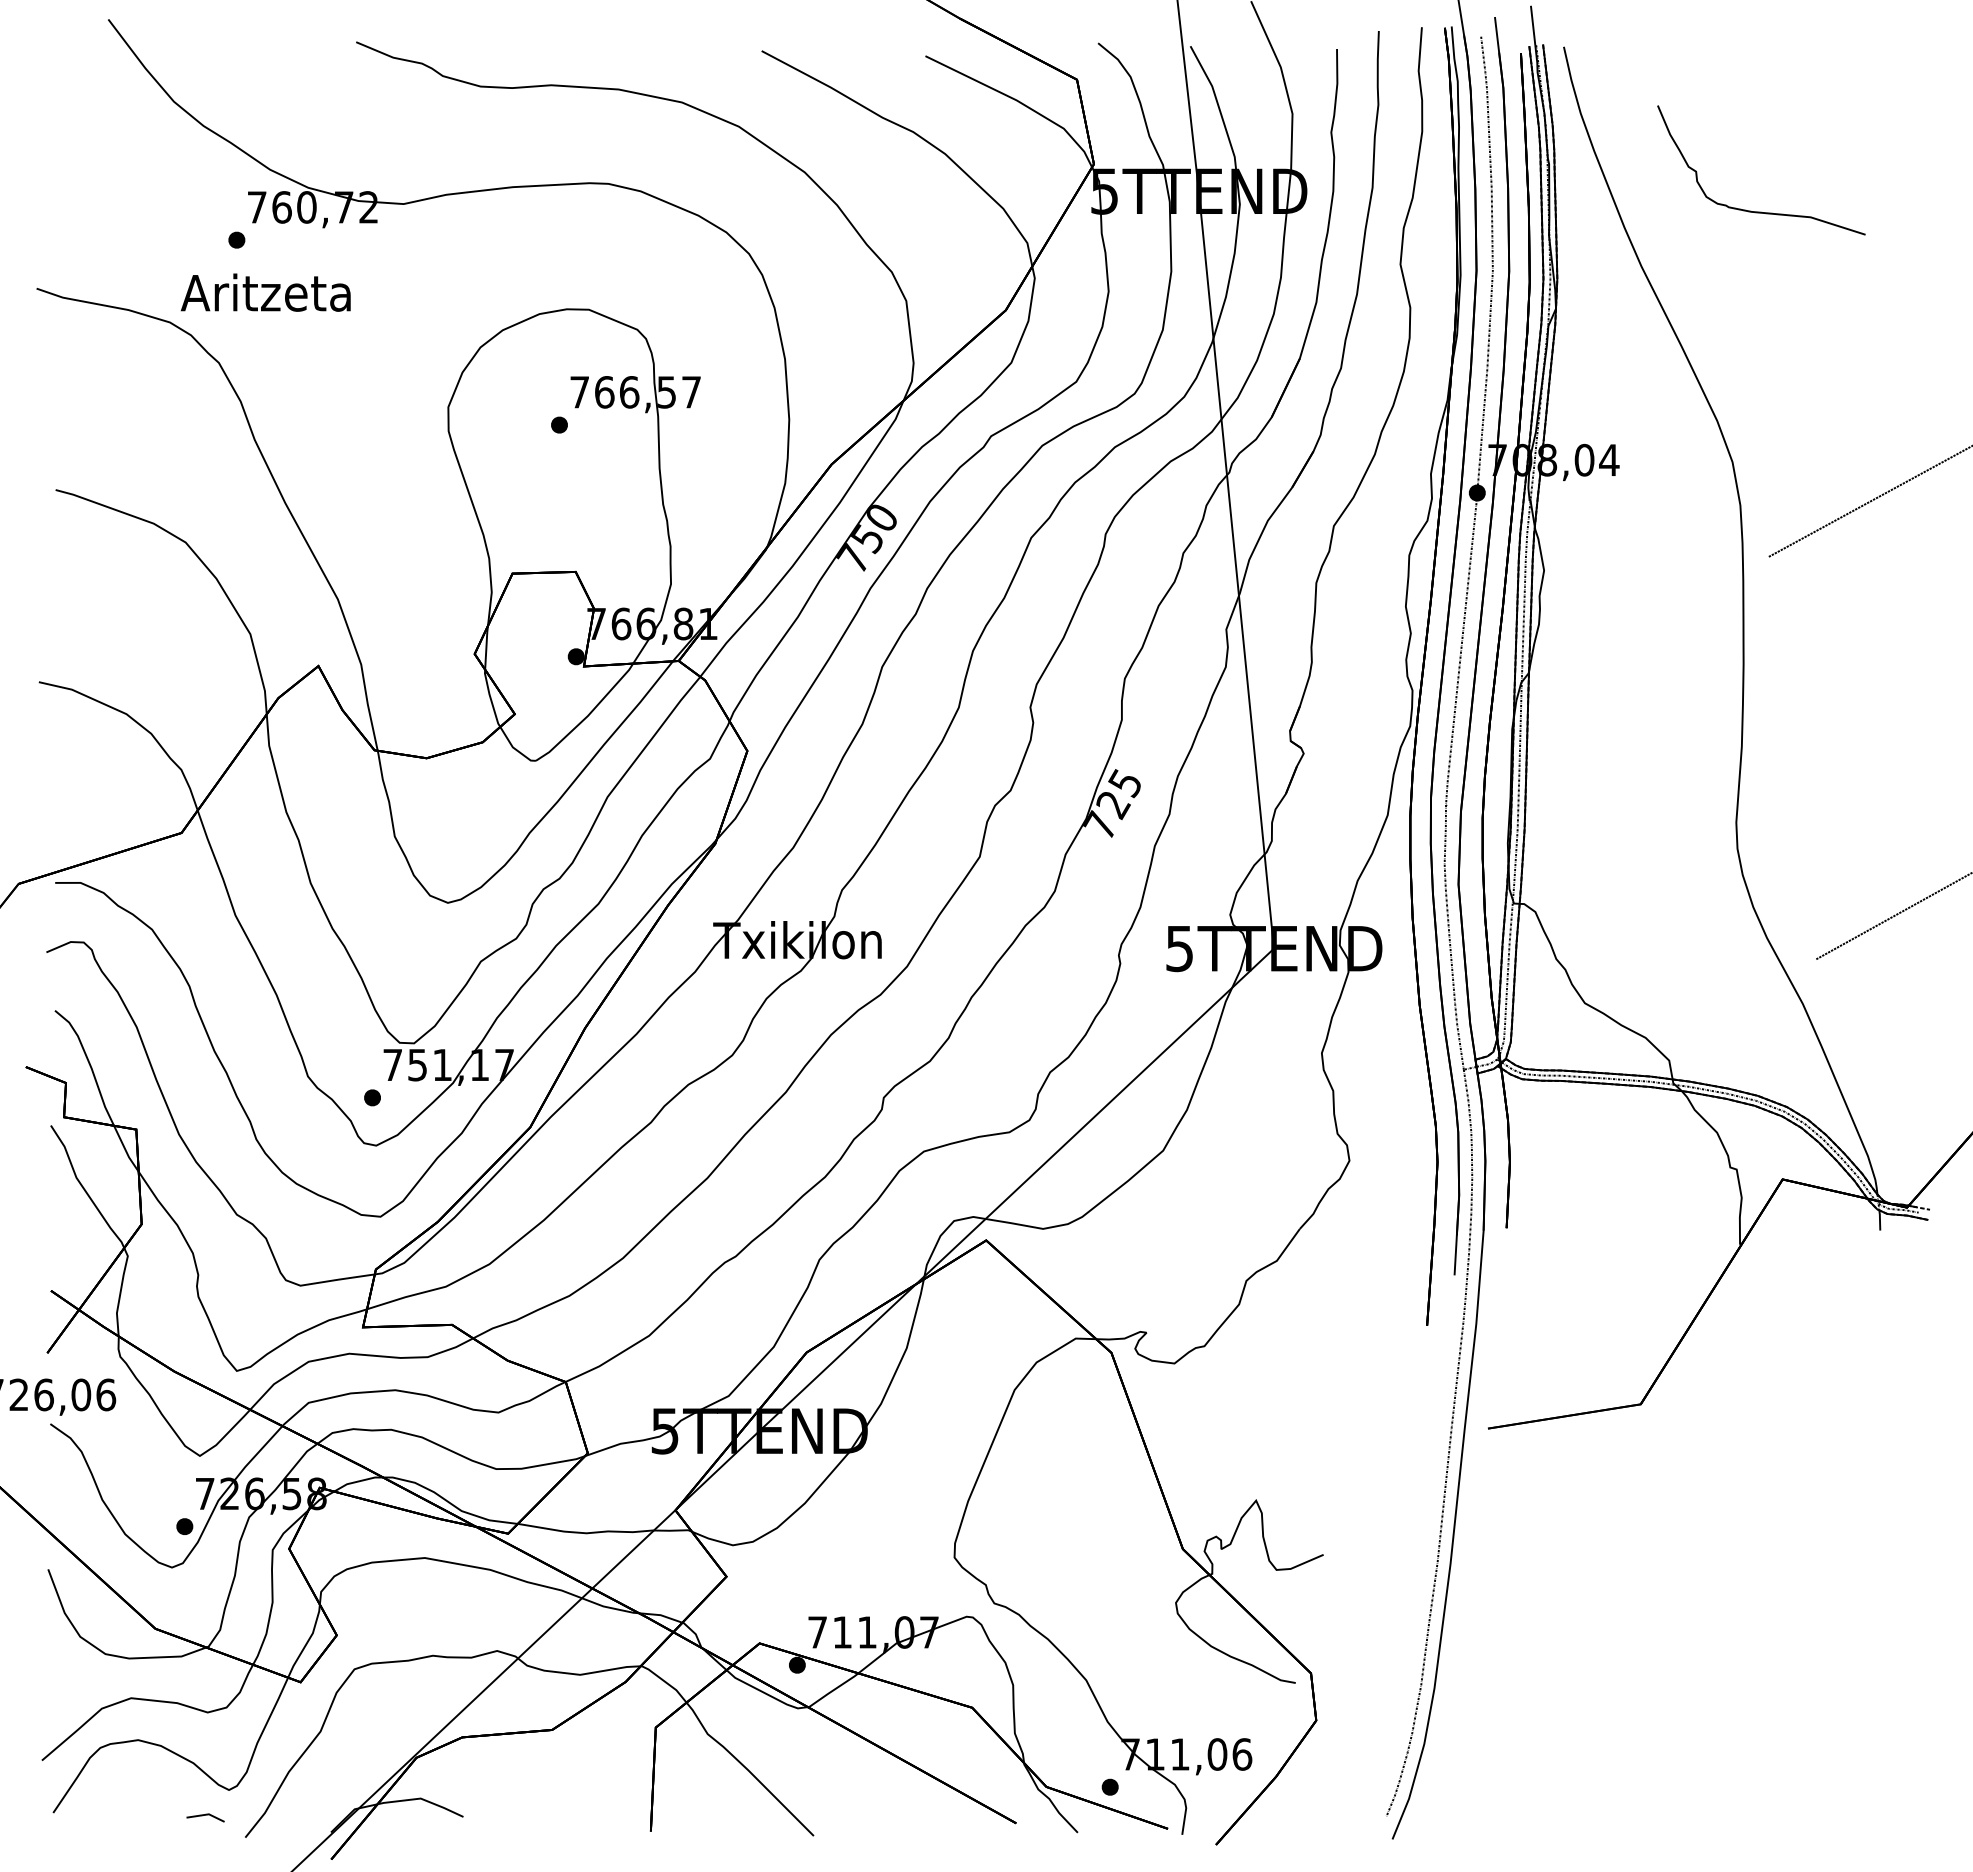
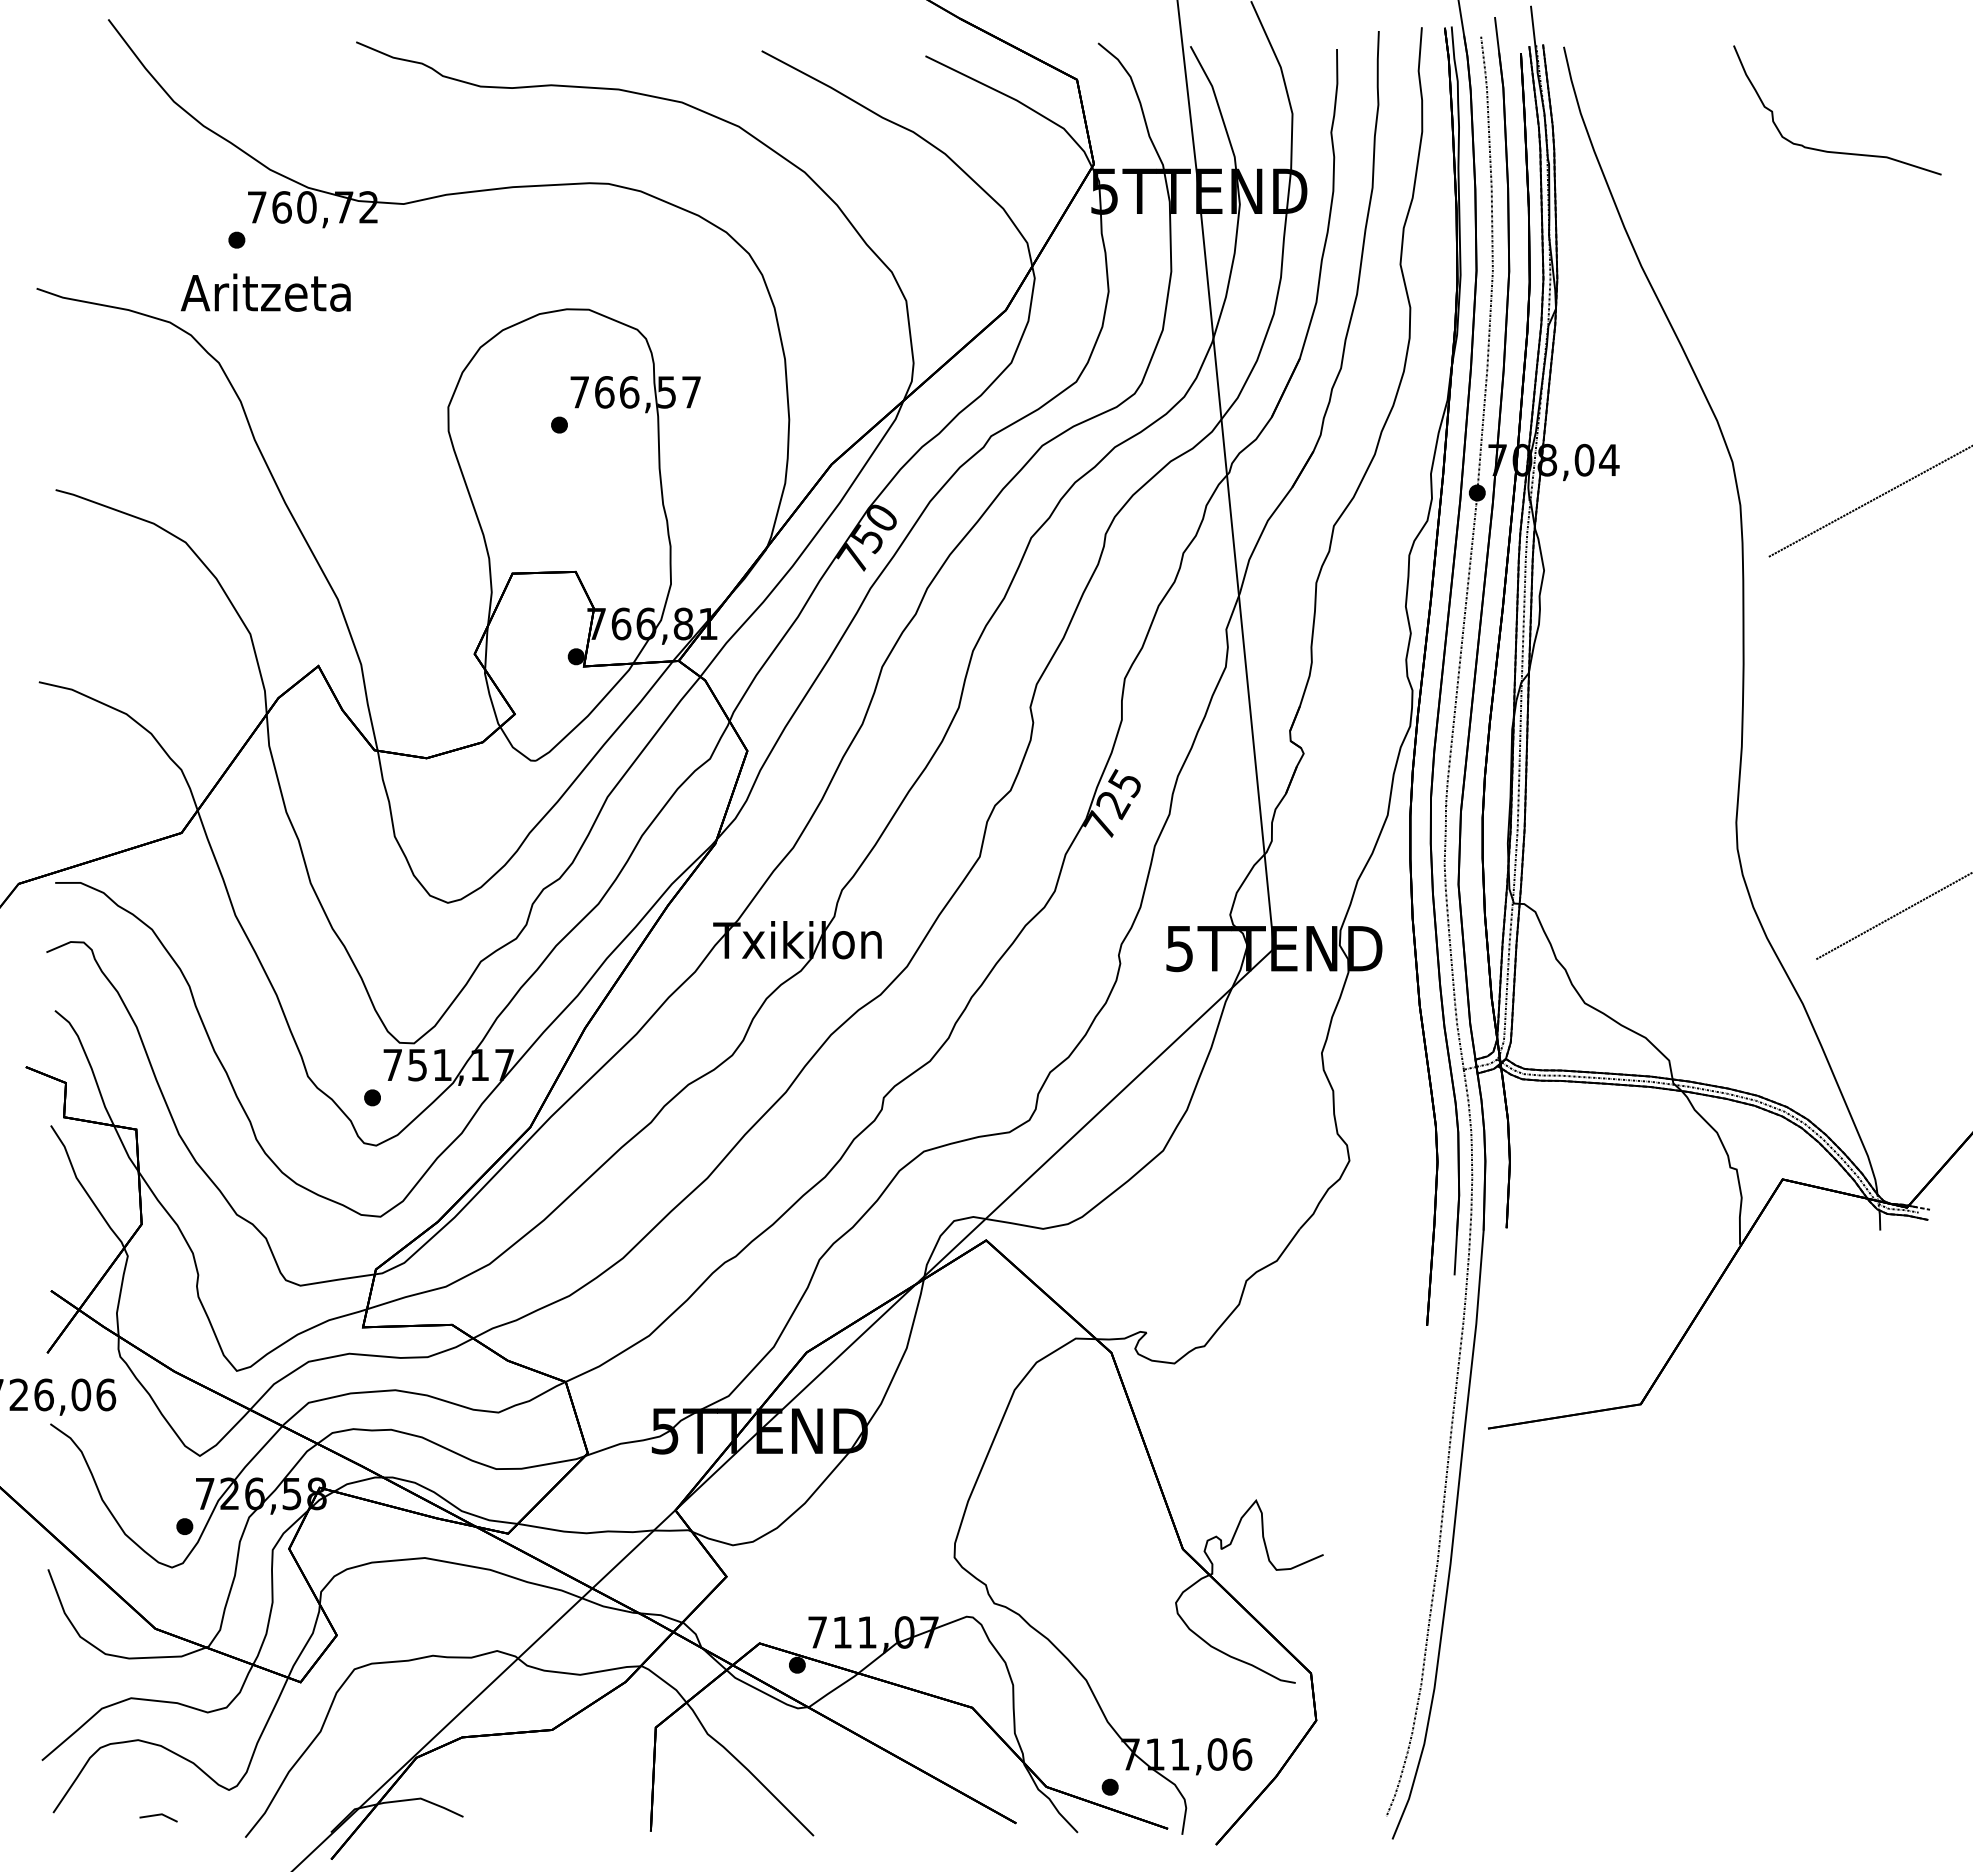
curve at (1761, 211) position: (1761, 211) -> (1837, 151)
line at (205, 1815) position: (205, 1815) -> (158, 1815)
